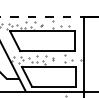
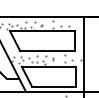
line at (41, 17): dashed -> solid
